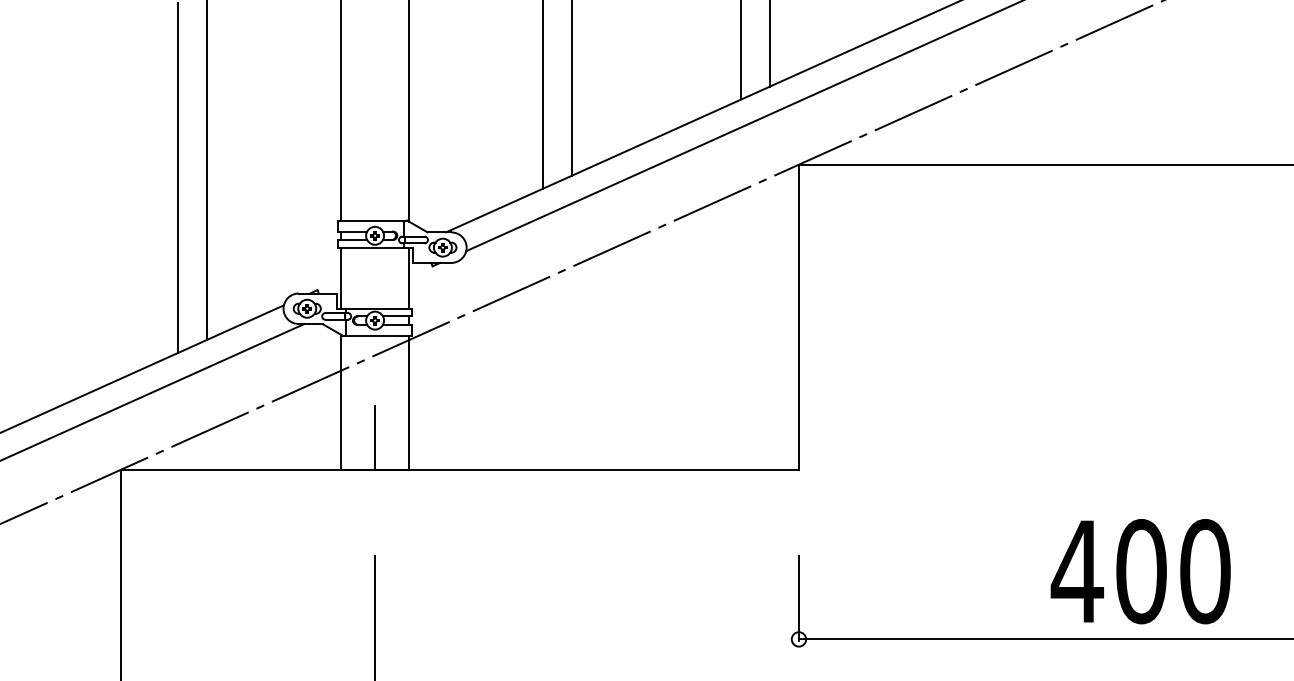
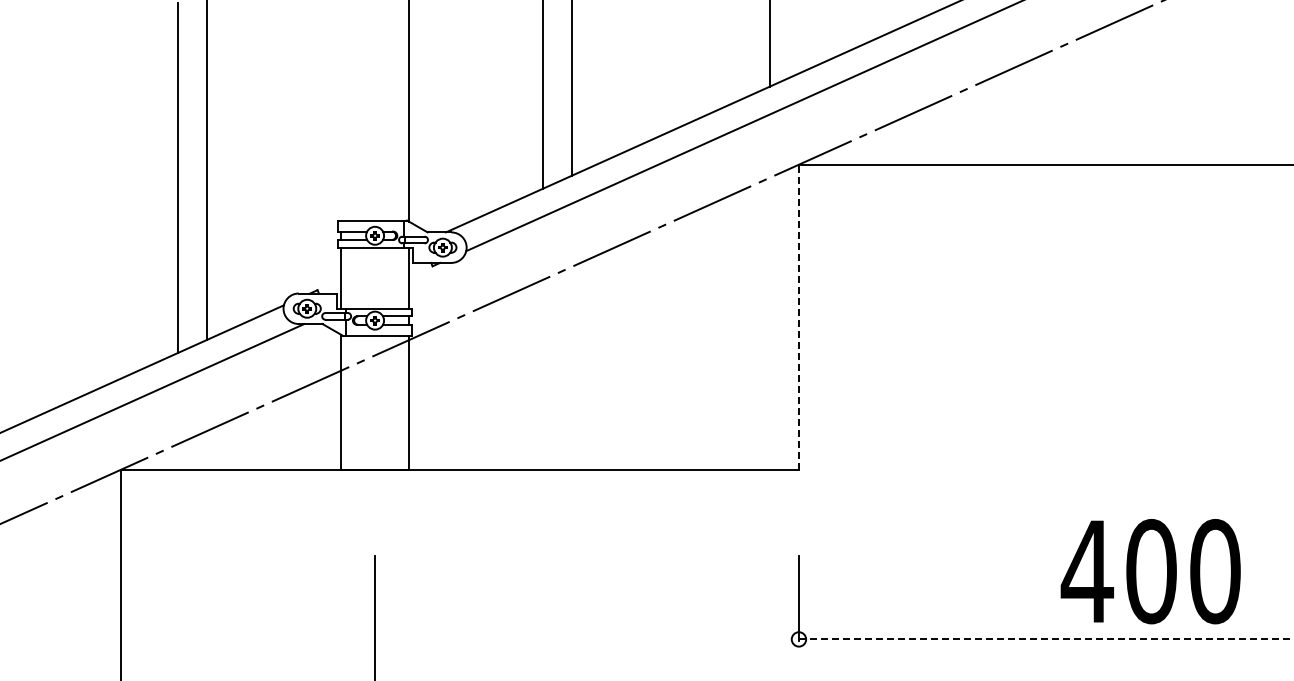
line at (741, 50): present -> none
line at (340, 111): present -> none
line at (798, 317): solid -> dashed
line at (375, 437): present -> none
text at (1140, 571) position: (1140, 571) -> (1150, 571)
line at (1046, 639): solid -> dashed
